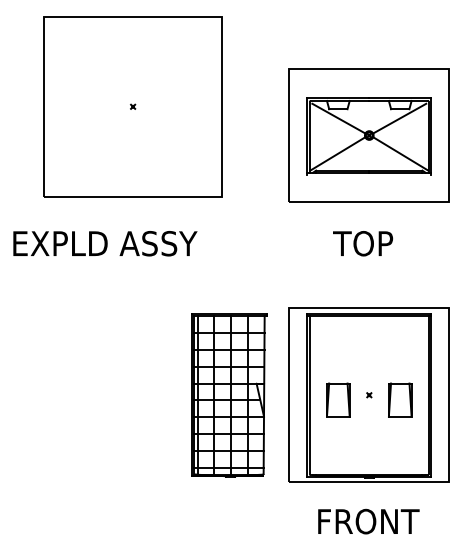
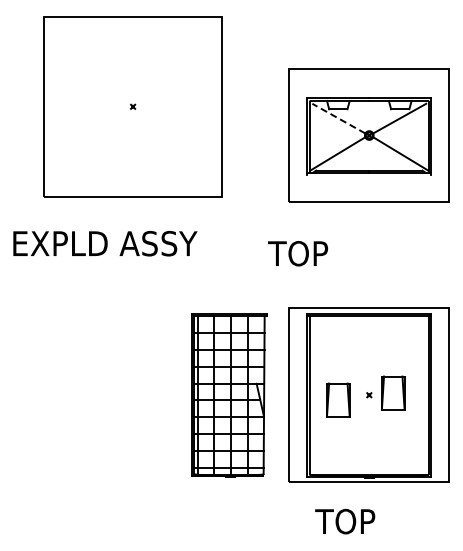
line at (338, 118): solid -> dashed
text at (363, 243) position: (363, 243) -> (298, 253)
part at (400, 399) position: (400, 399) -> (393, 392)
text at (367, 521): FRONT -> TOP
